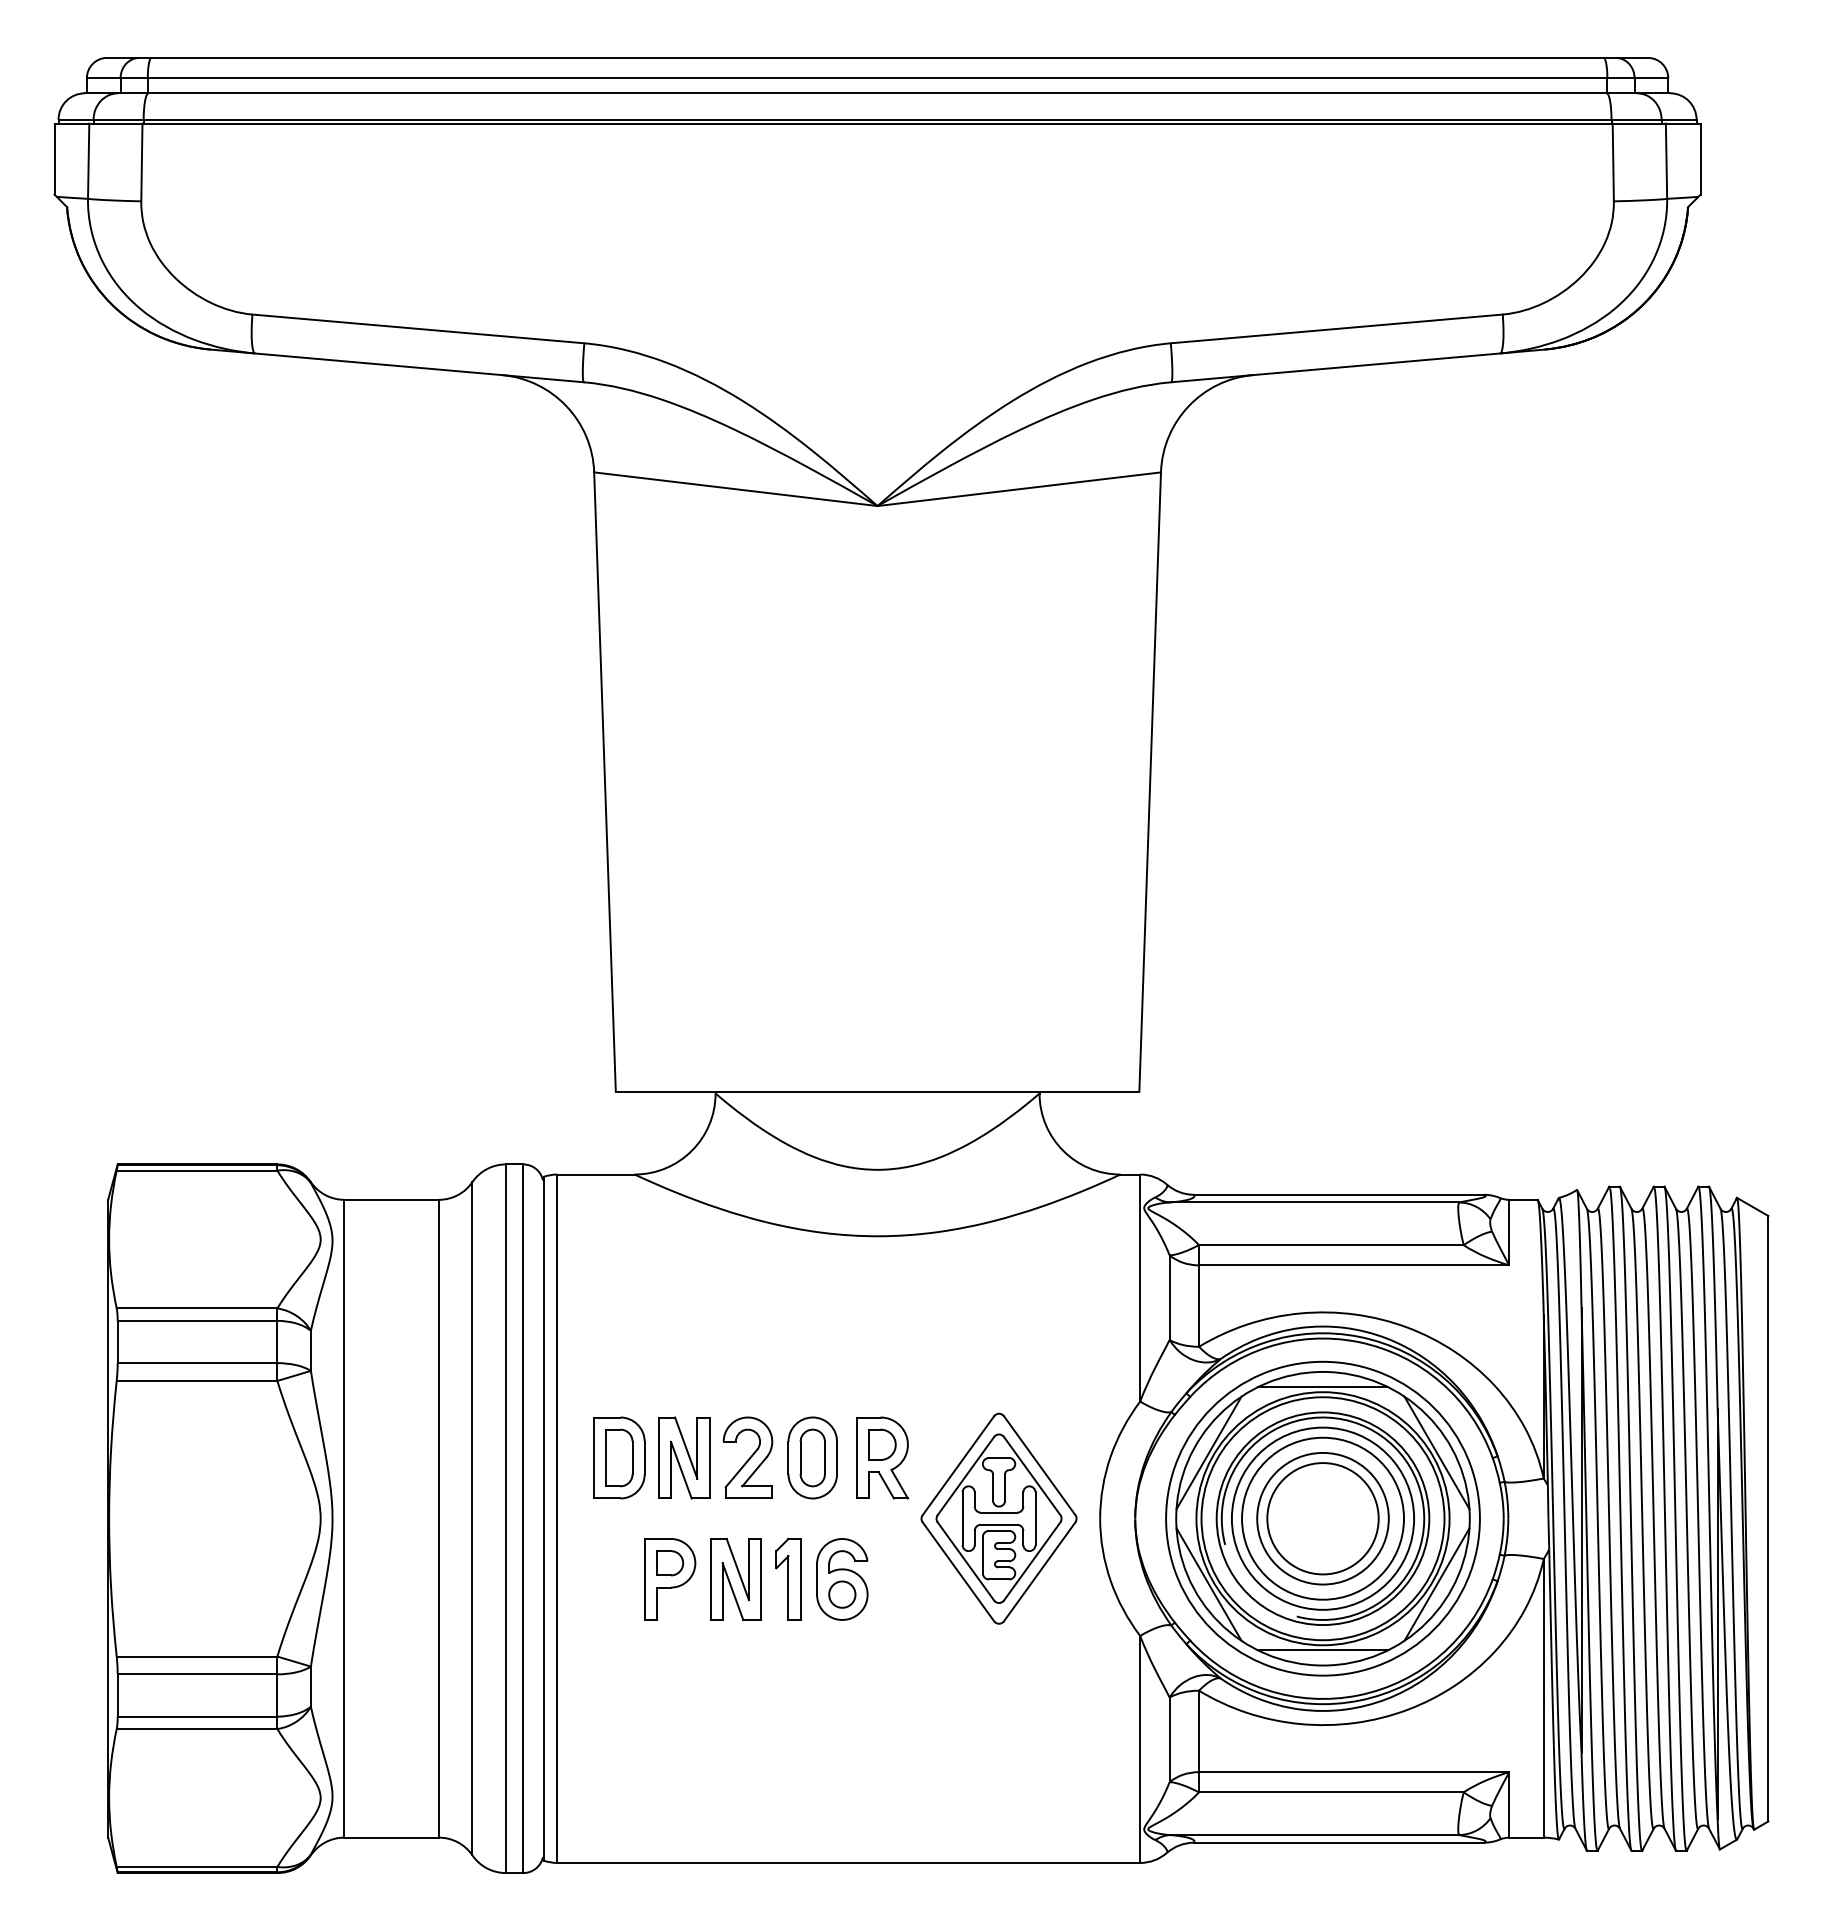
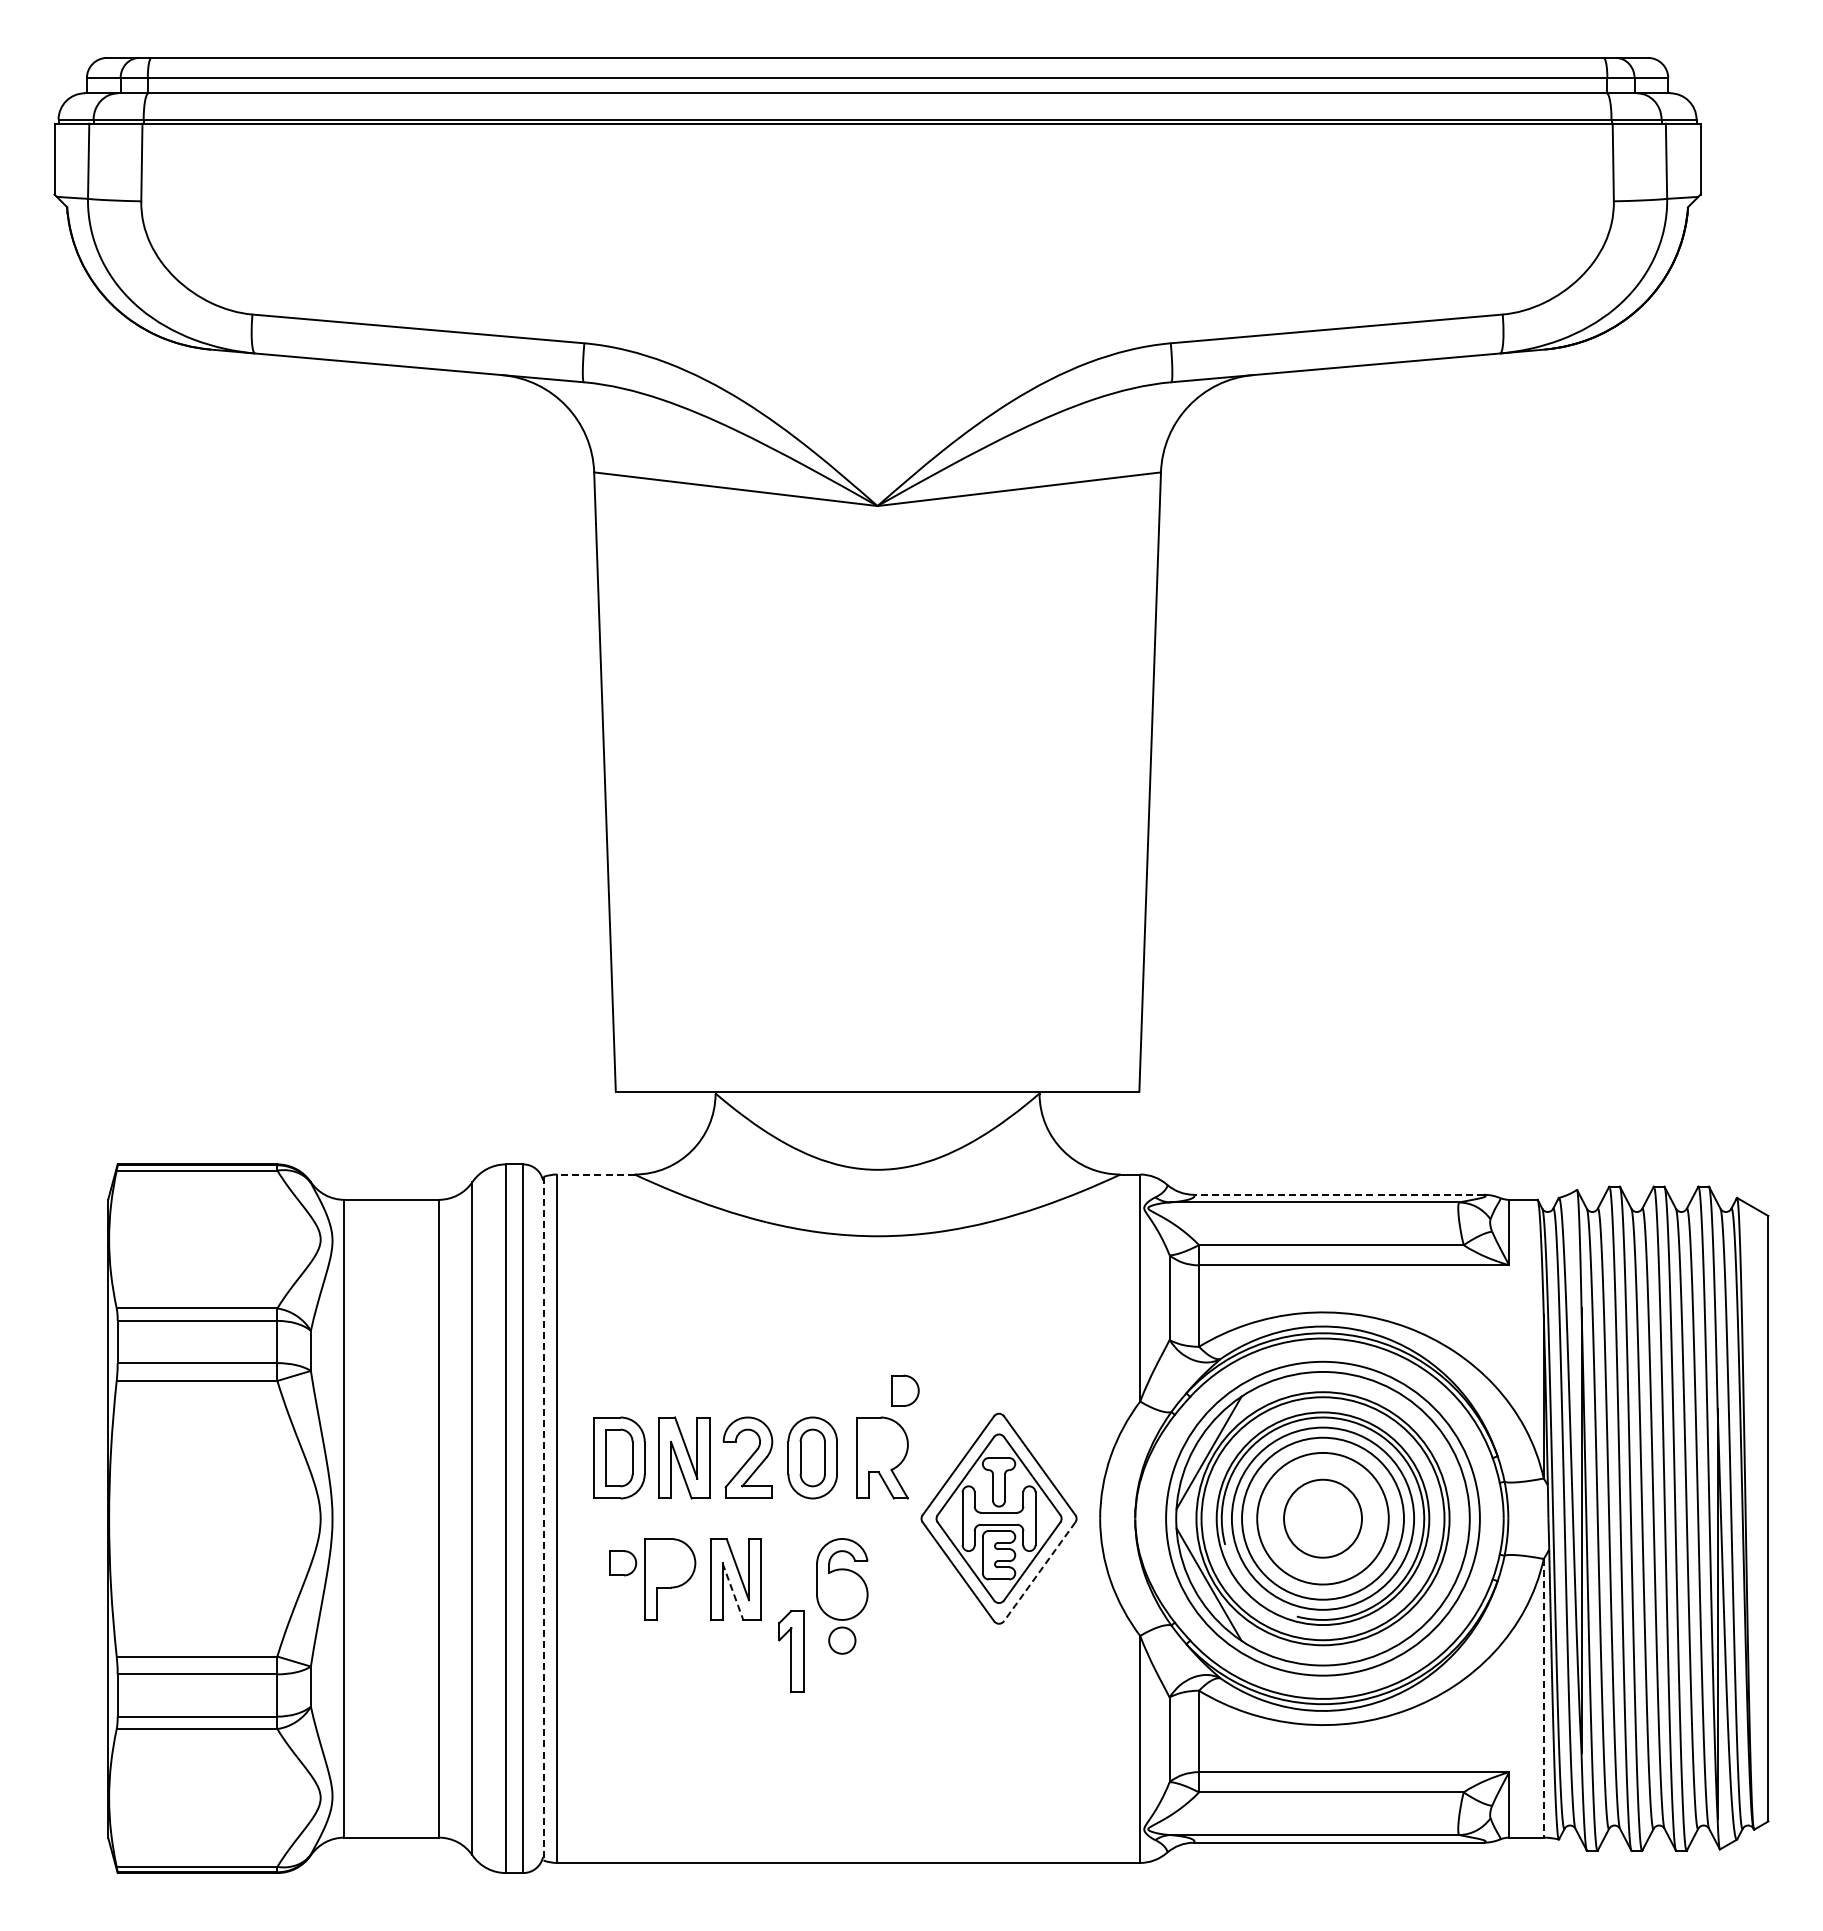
line at (595, 1174): solid -> dashed
line at (1338, 1194): solid -> dashed
line at (1323, 1387): present -> none
part at (882, 1444) position: (882, 1444) -> (905, 1390)
line at (1436, 1452): present -> none
line at (543, 1518): solid -> dashed
circle at (1322, 1518) diameter: 111 px -> 78 px
part at (670, 1563) position: (670, 1563) -> (623, 1563)
line at (1039, 1572): solid -> dashed
part at (788, 1578) position: (788, 1578) -> (791, 1650)
line at (1436, 1584): present -> none
line at (733, 1592): solid -> dashed
circle at (842, 1594) position: (842, 1594) -> (842, 1640)
line at (1323, 1650): present -> none
line at (1543, 1698): solid -> dashed
